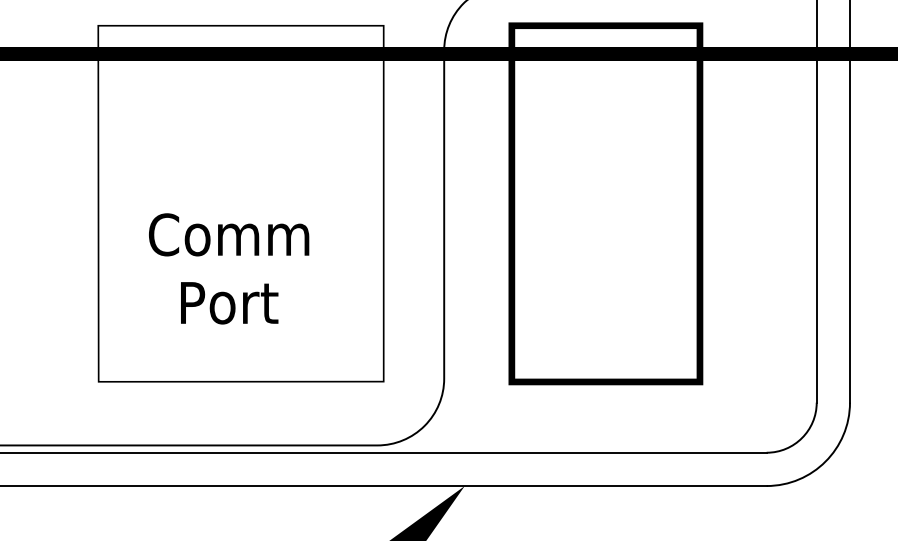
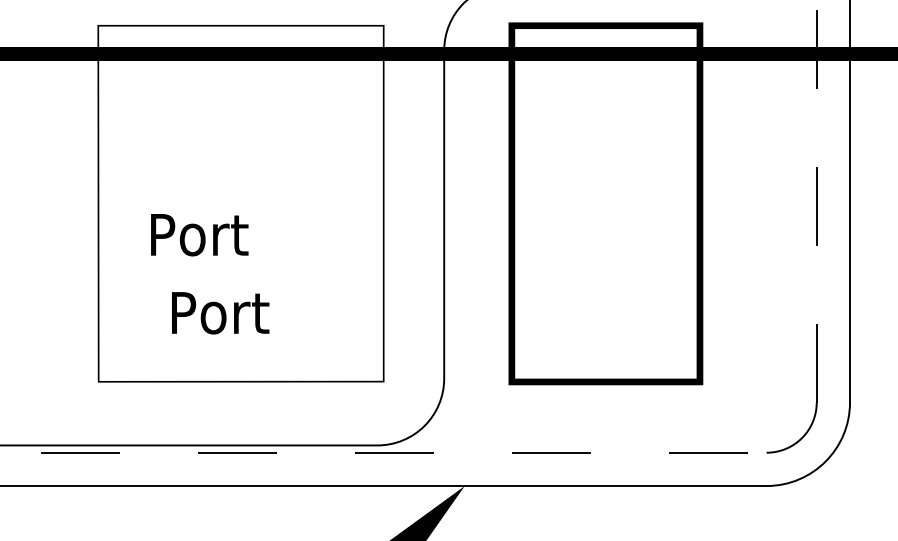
line at (816, 201): solid -> dashed
text at (229, 234): Comm -> Port
text at (229, 303) position: (229, 303) -> (220, 313)
line at (383, 452): solid -> dashed
